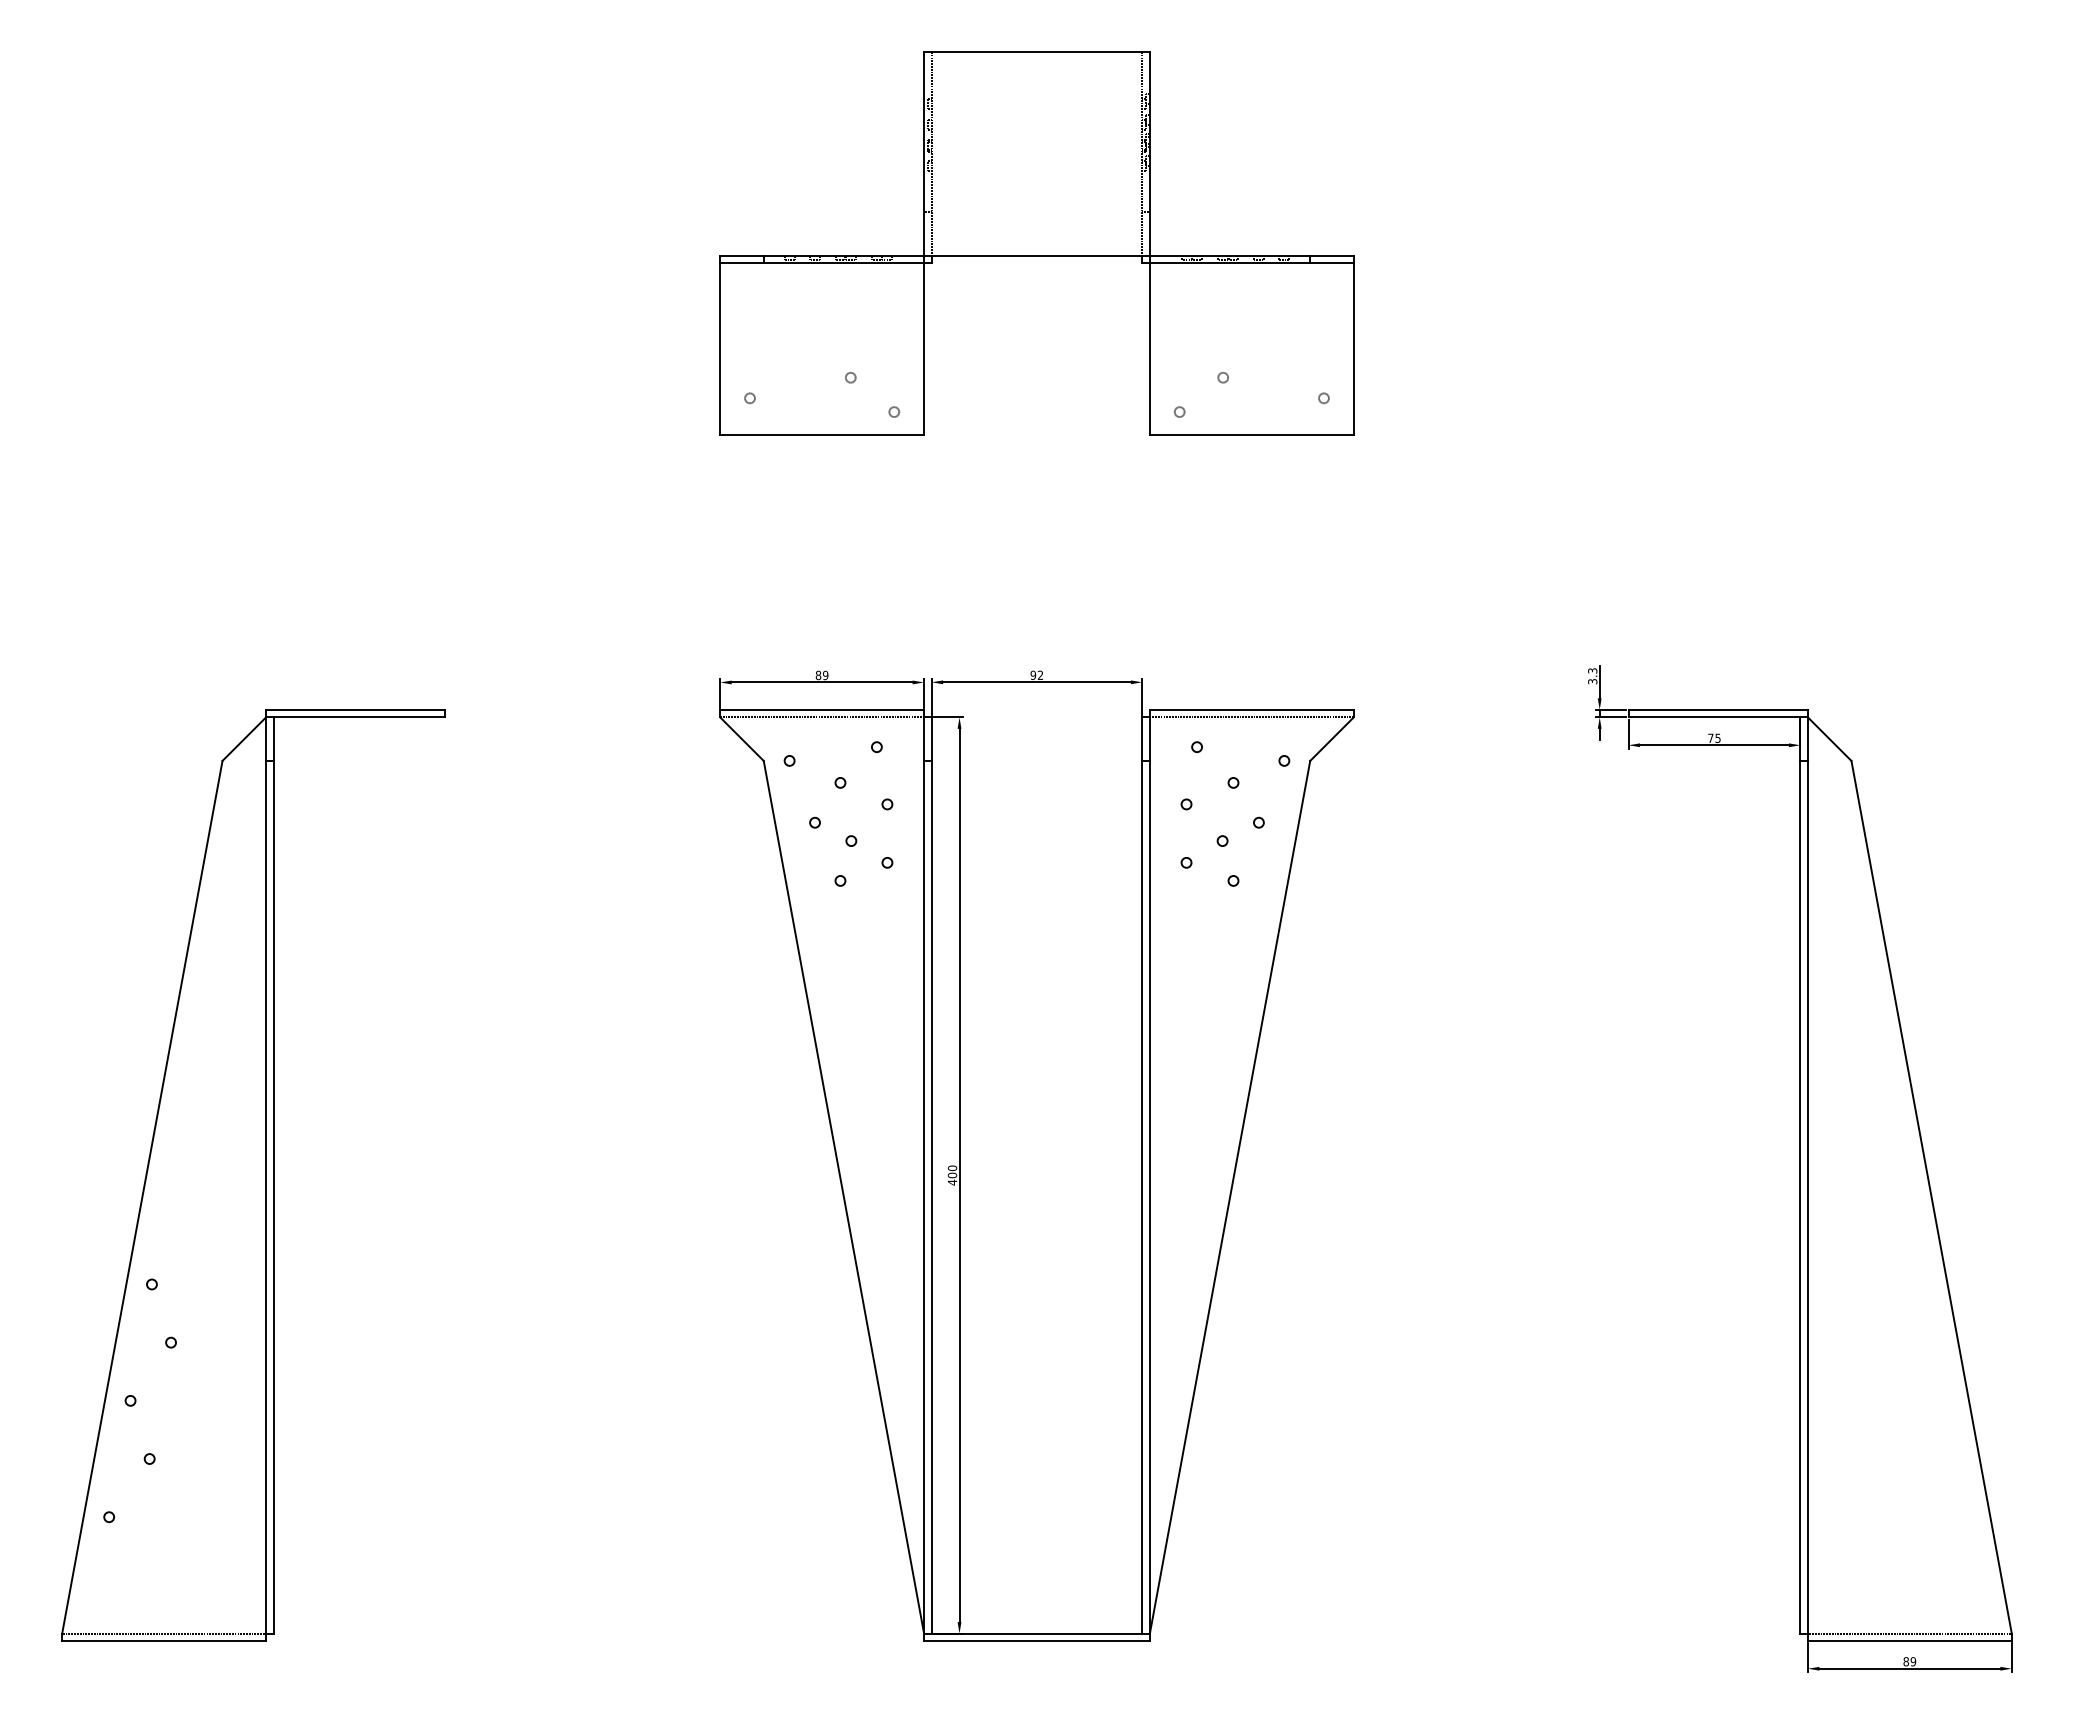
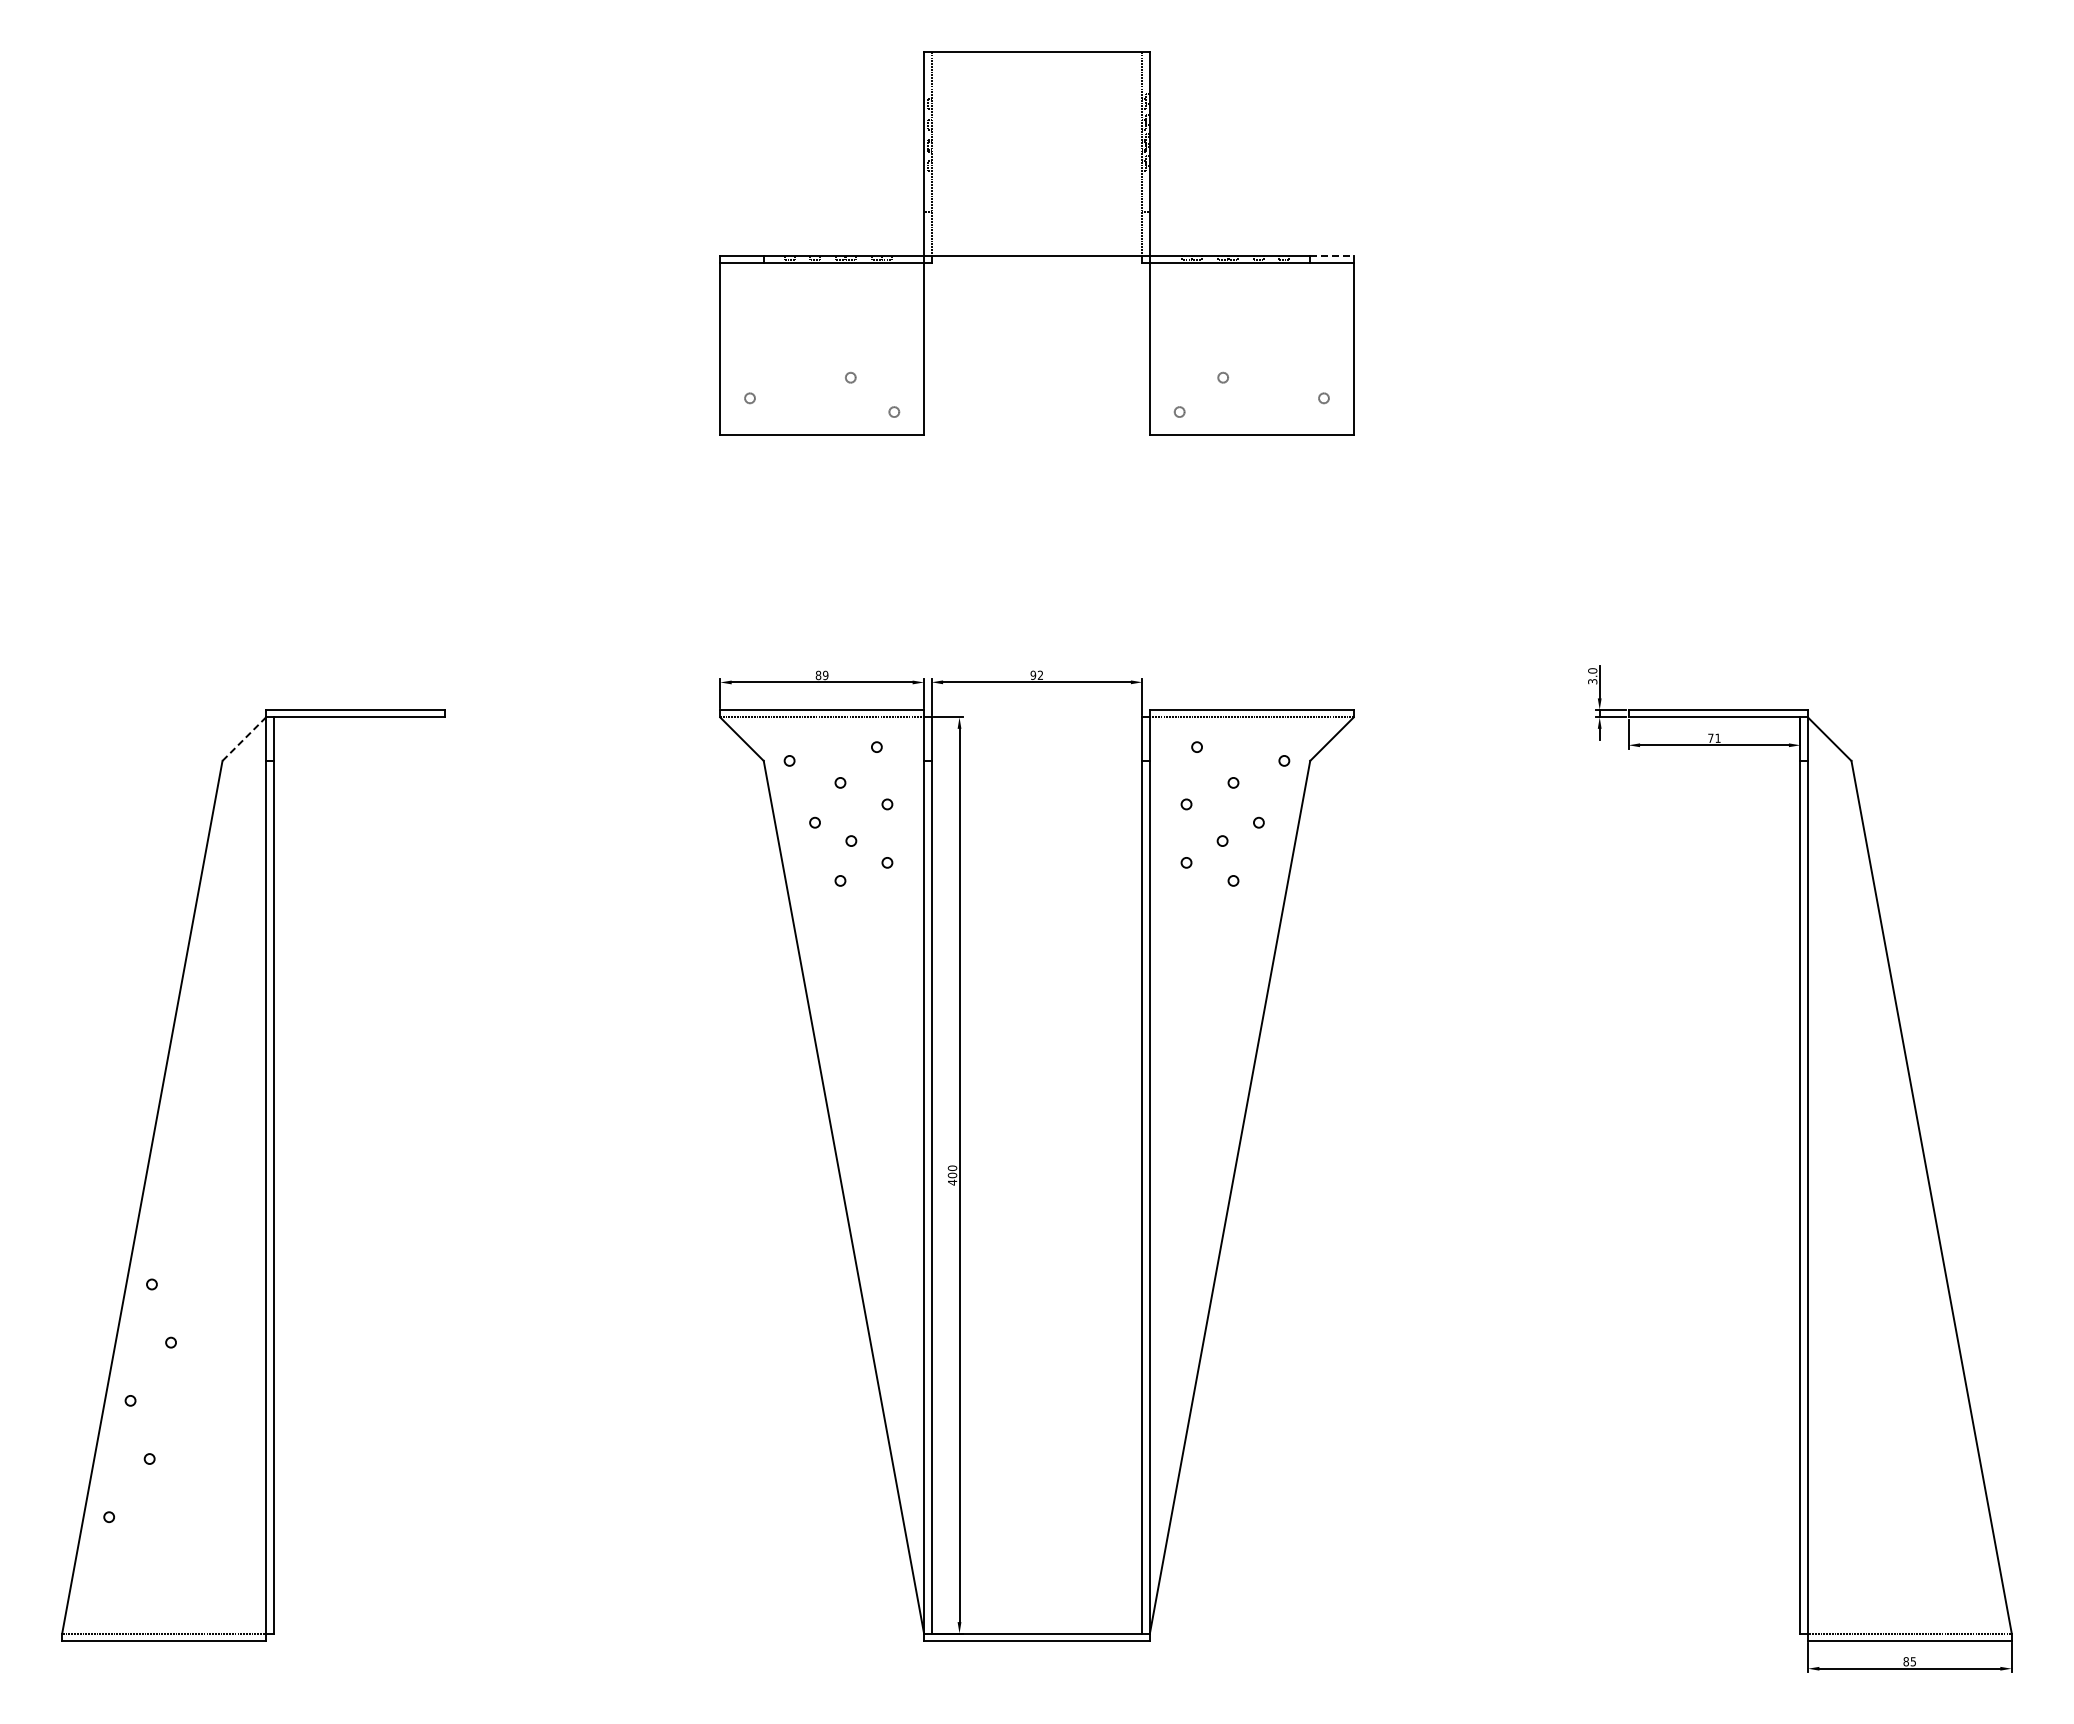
line at (1331, 255): solid -> dashed
text at (1592, 670): 3.3 -> 3.0
text at (1717, 737): 75 -> 71
line at (244, 739): solid -> dashed
text at (1913, 1661): 89 -> 85
